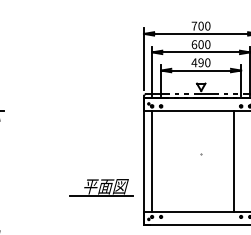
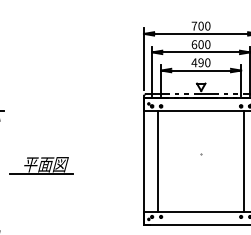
line at (151, 161) position: (151, 161) -> (157, 161)
line at (234, 161) position: (234, 161) -> (244, 161)
part at (101, 187) position: (101, 187) -> (41, 165)
